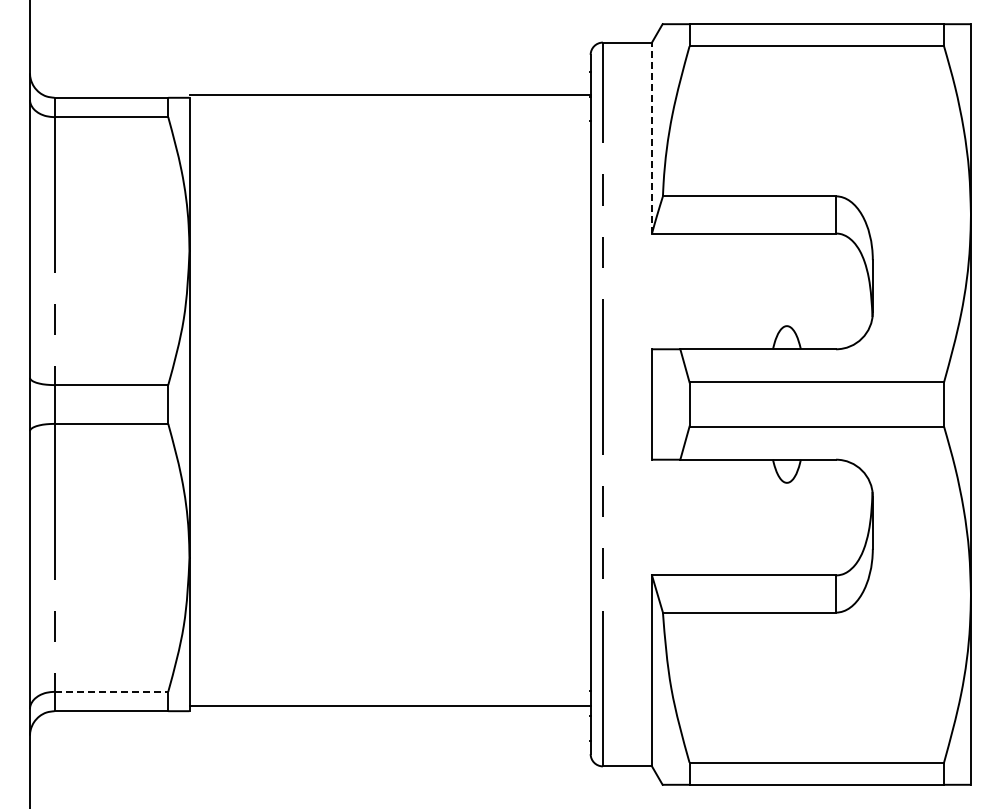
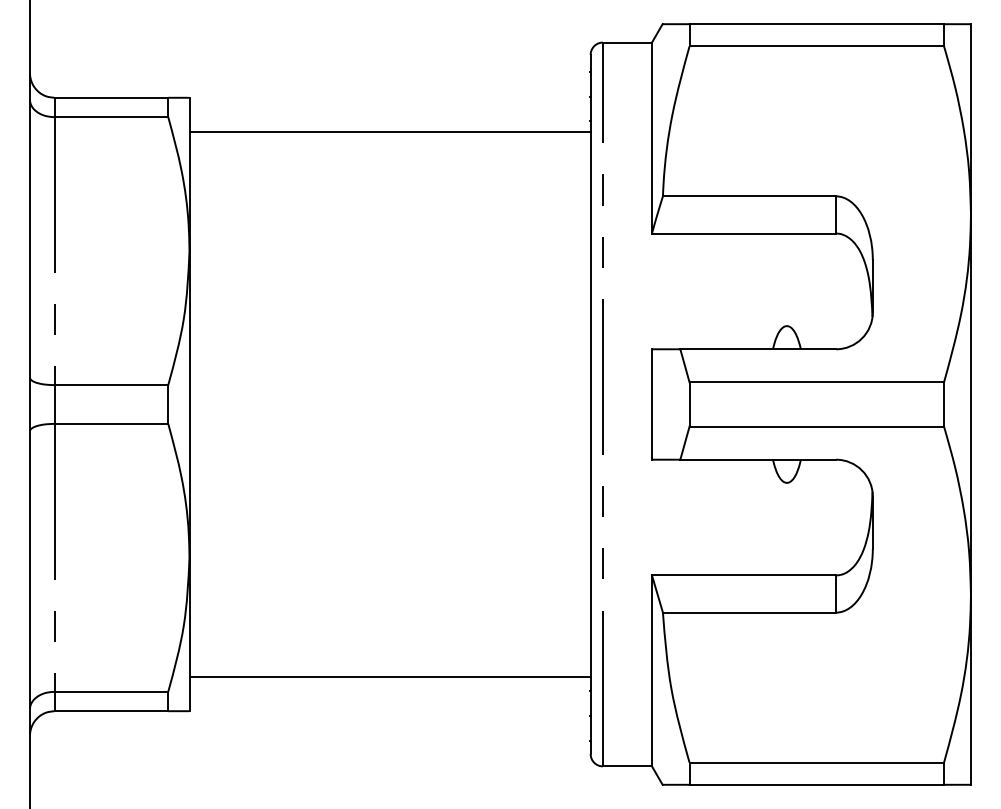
line at (389, 95) position: (389, 95) -> (389, 132)
line at (652, 137): dashed -> solid
line at (111, 691): dashed -> solid
line at (389, 705) position: (389, 705) -> (389, 676)
